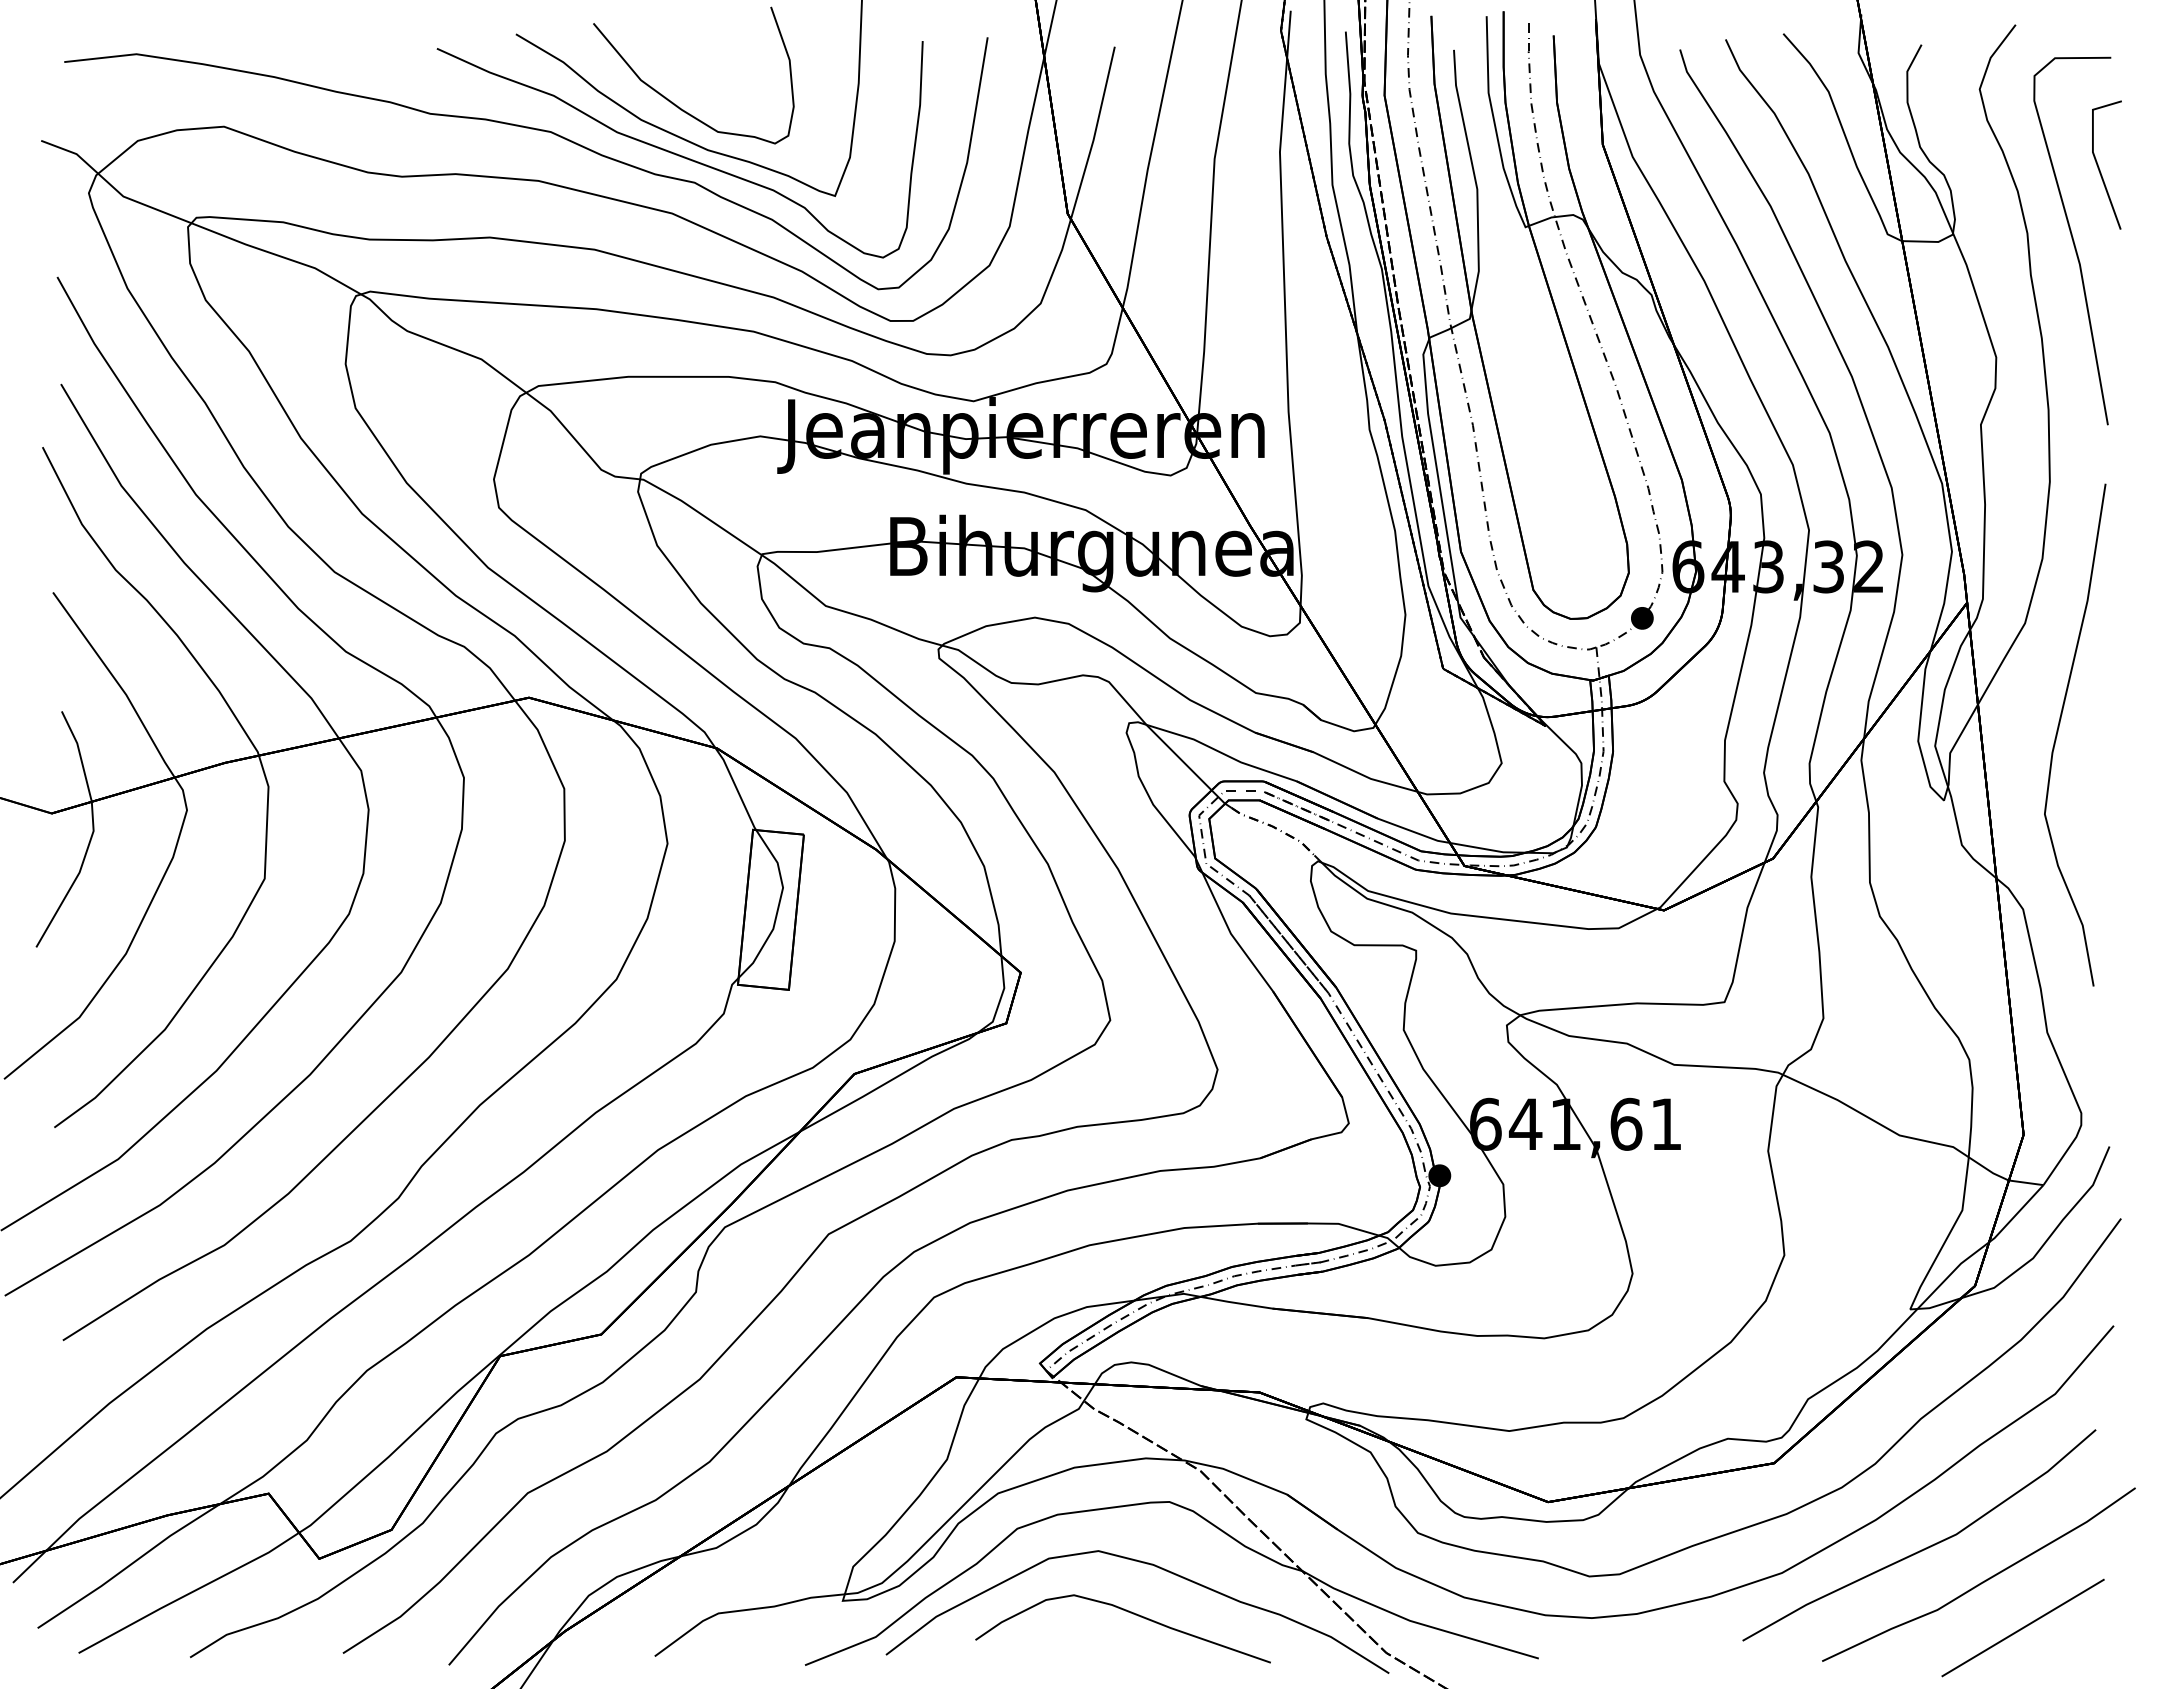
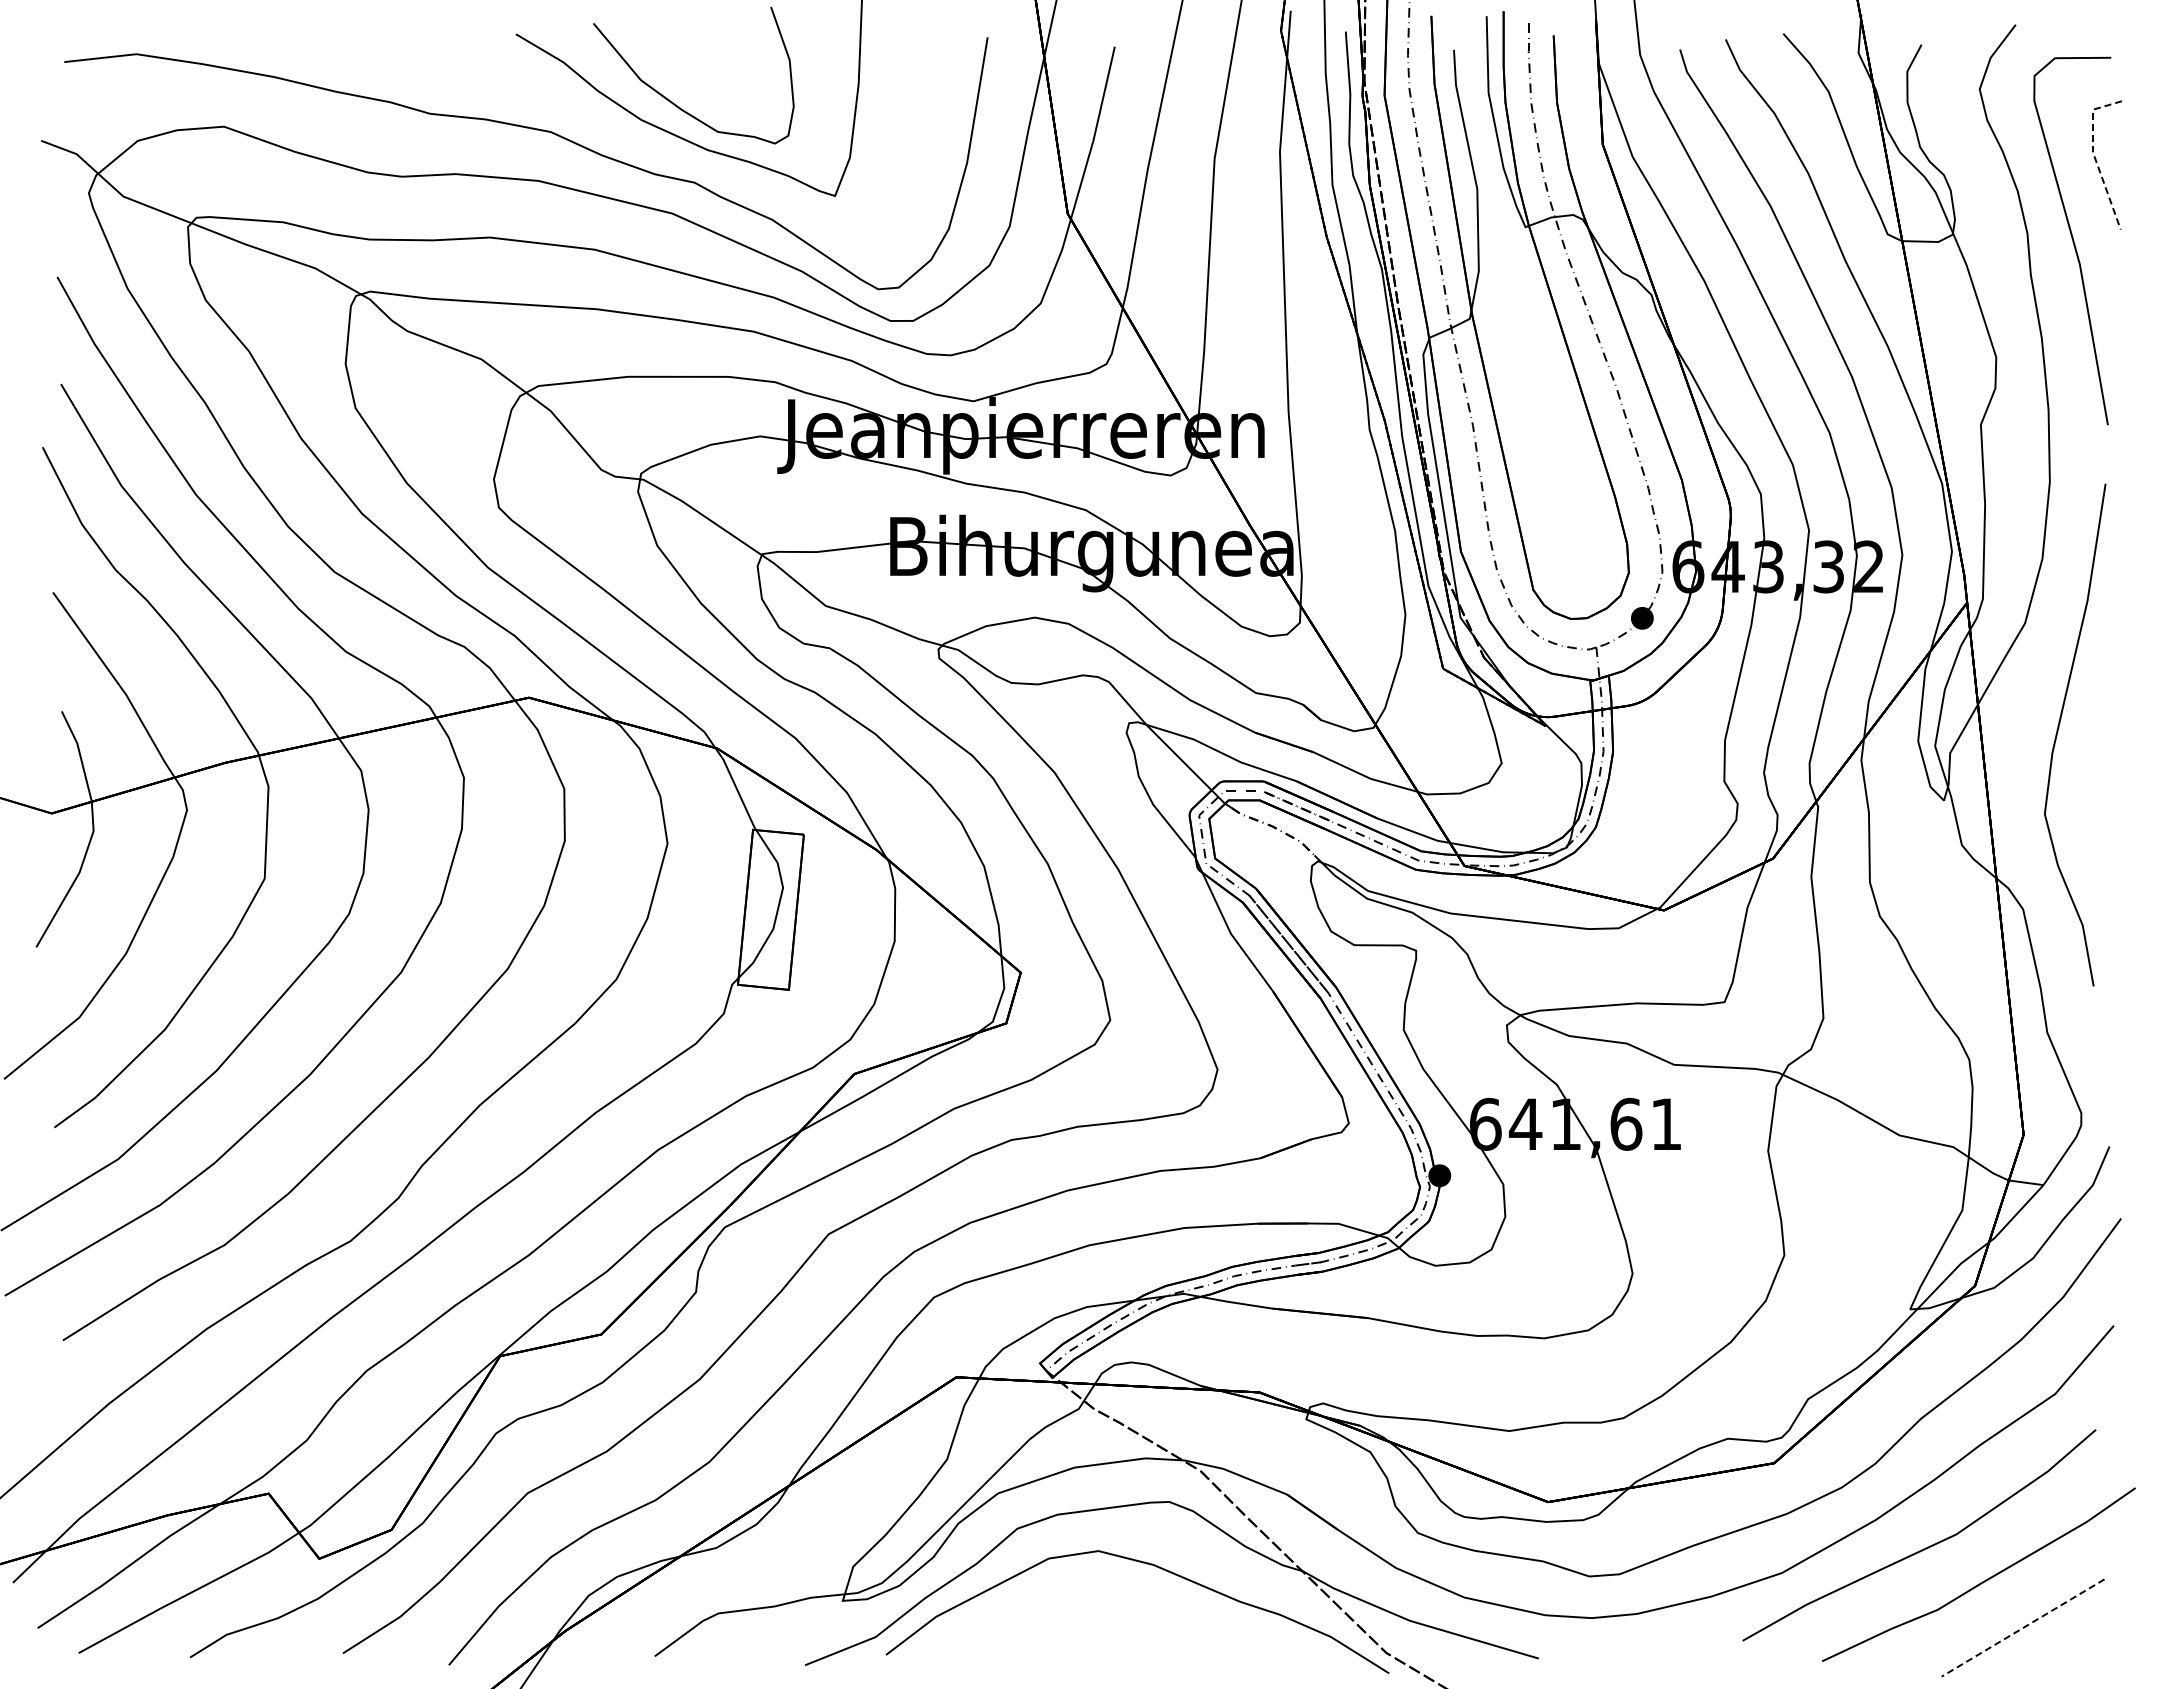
curve at (677, 153): present -> none
line at (2094, 155): solid -> dashed
curve at (1130, 1613): present -> none
line at (2023, 1628): solid -> dashed
